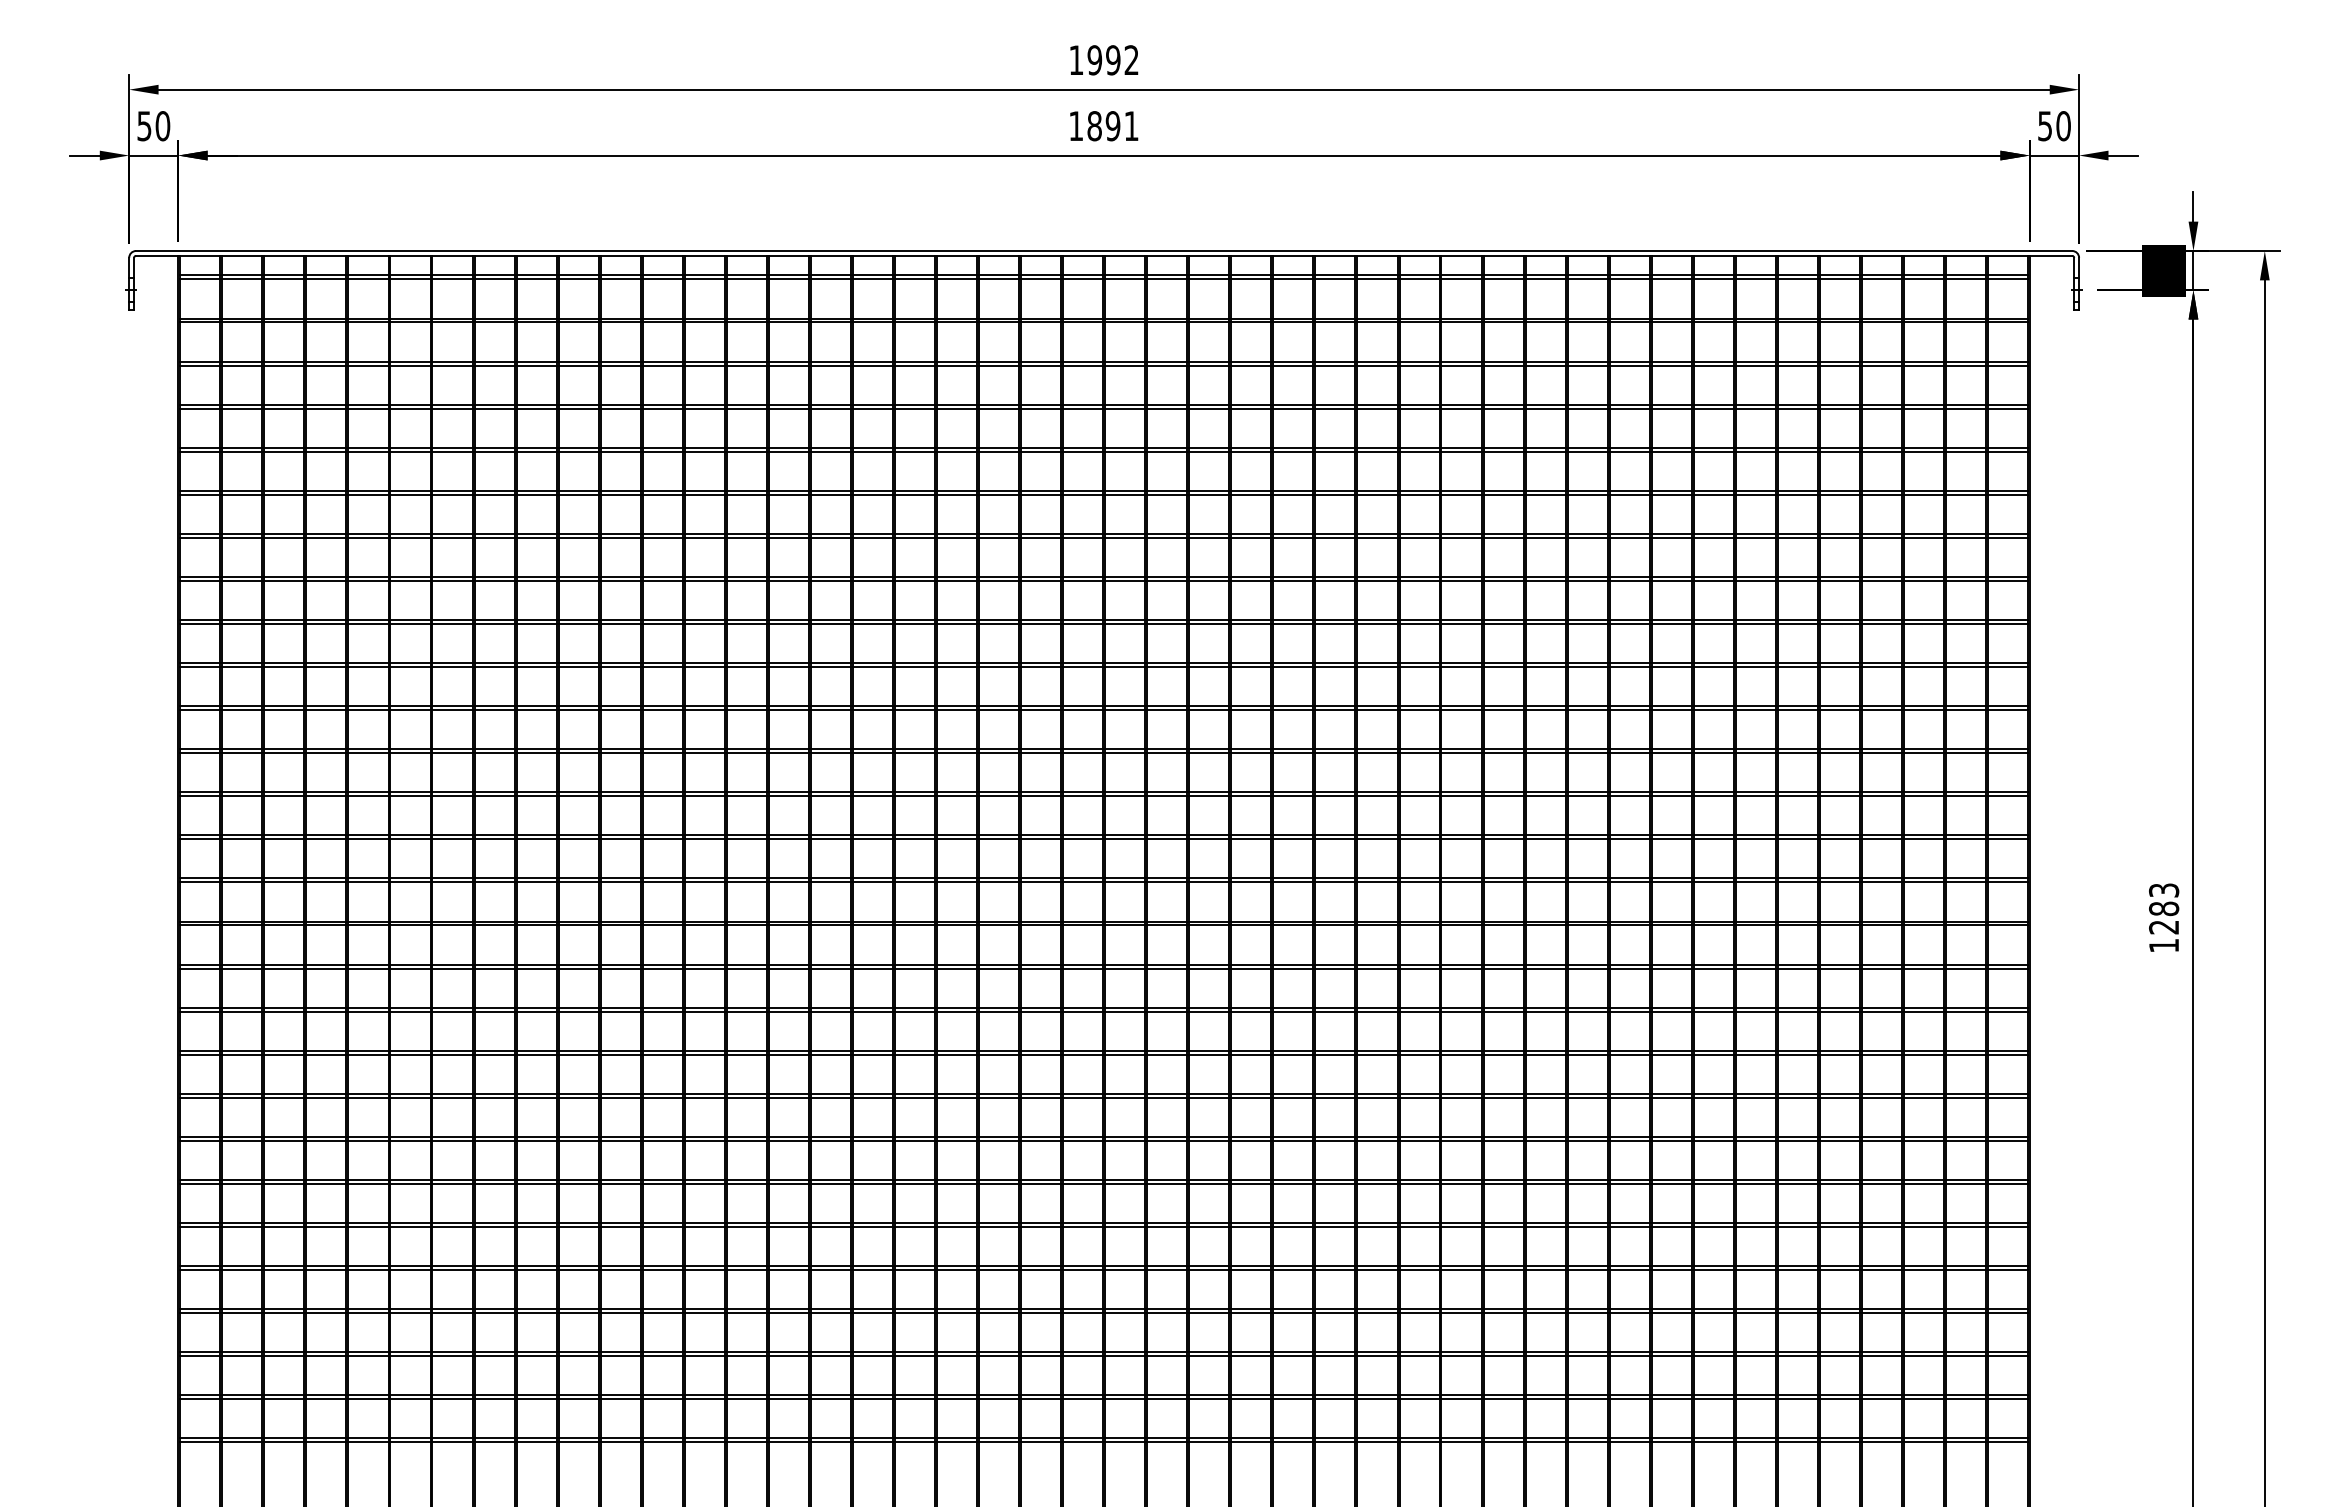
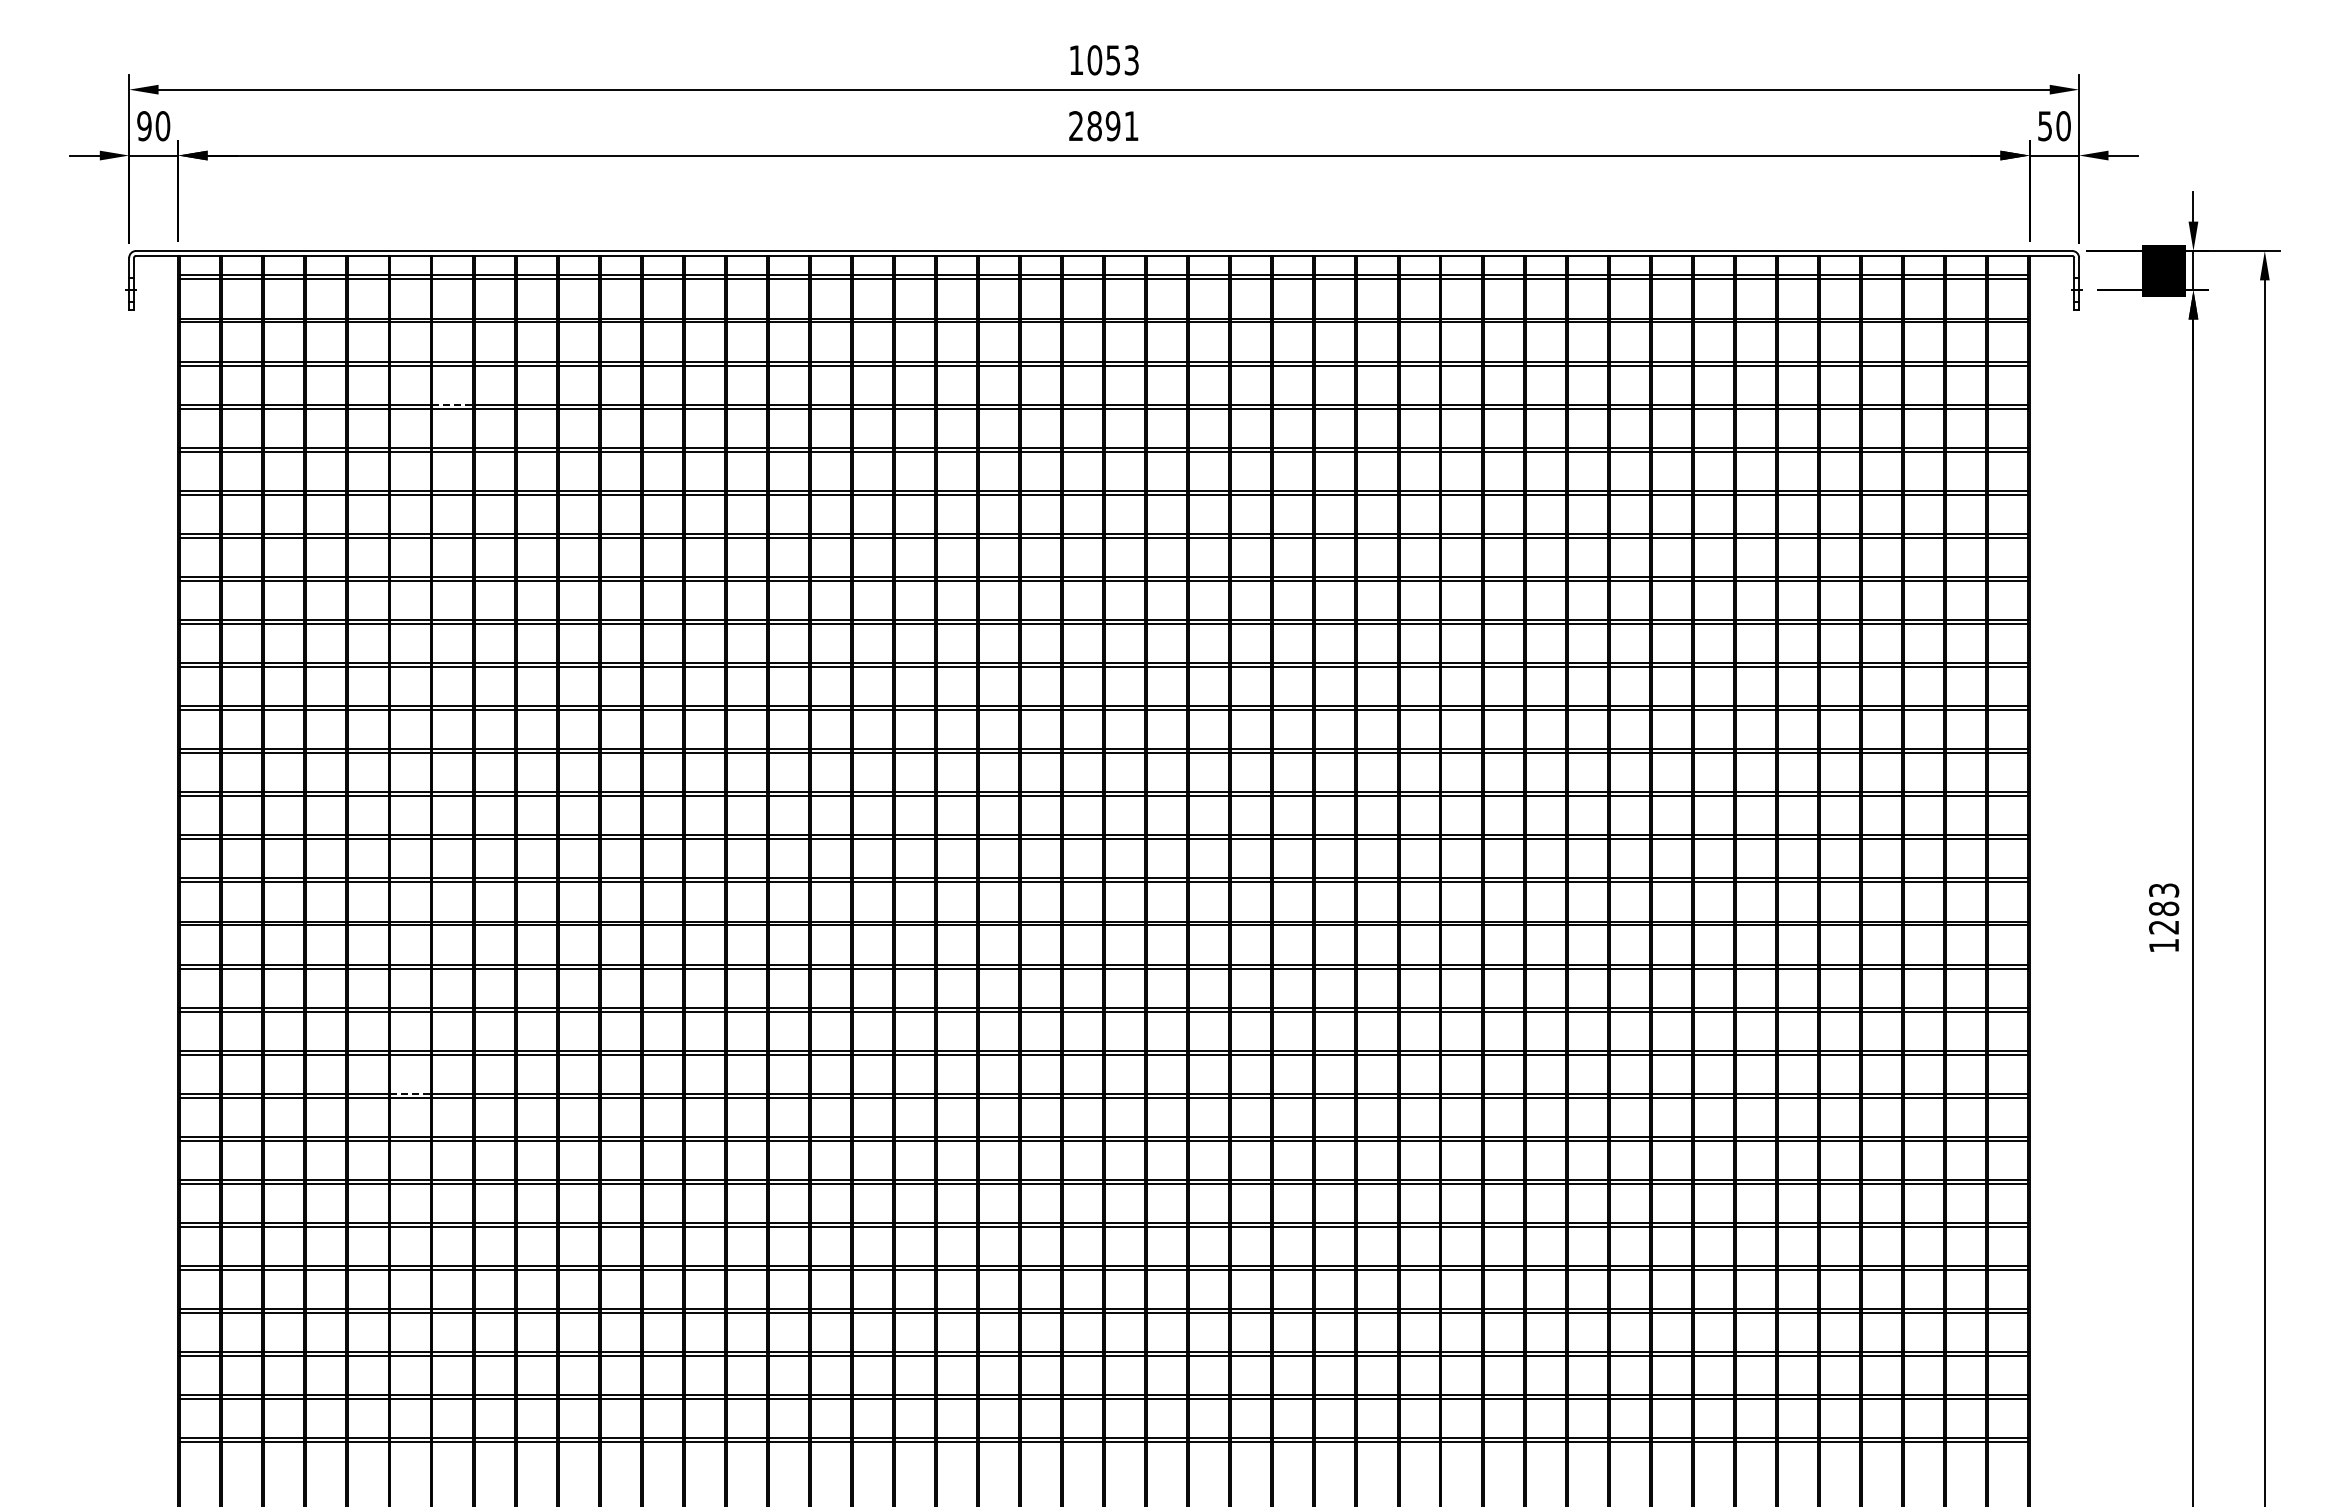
text at (1112, 60): 1992 -> 1053
text at (144, 125): 50 -> 90
text at (1075, 125): 1891 -> 2891
line at (453, 404): solid -> dashed
line at (410, 1093): solid -> dashed
